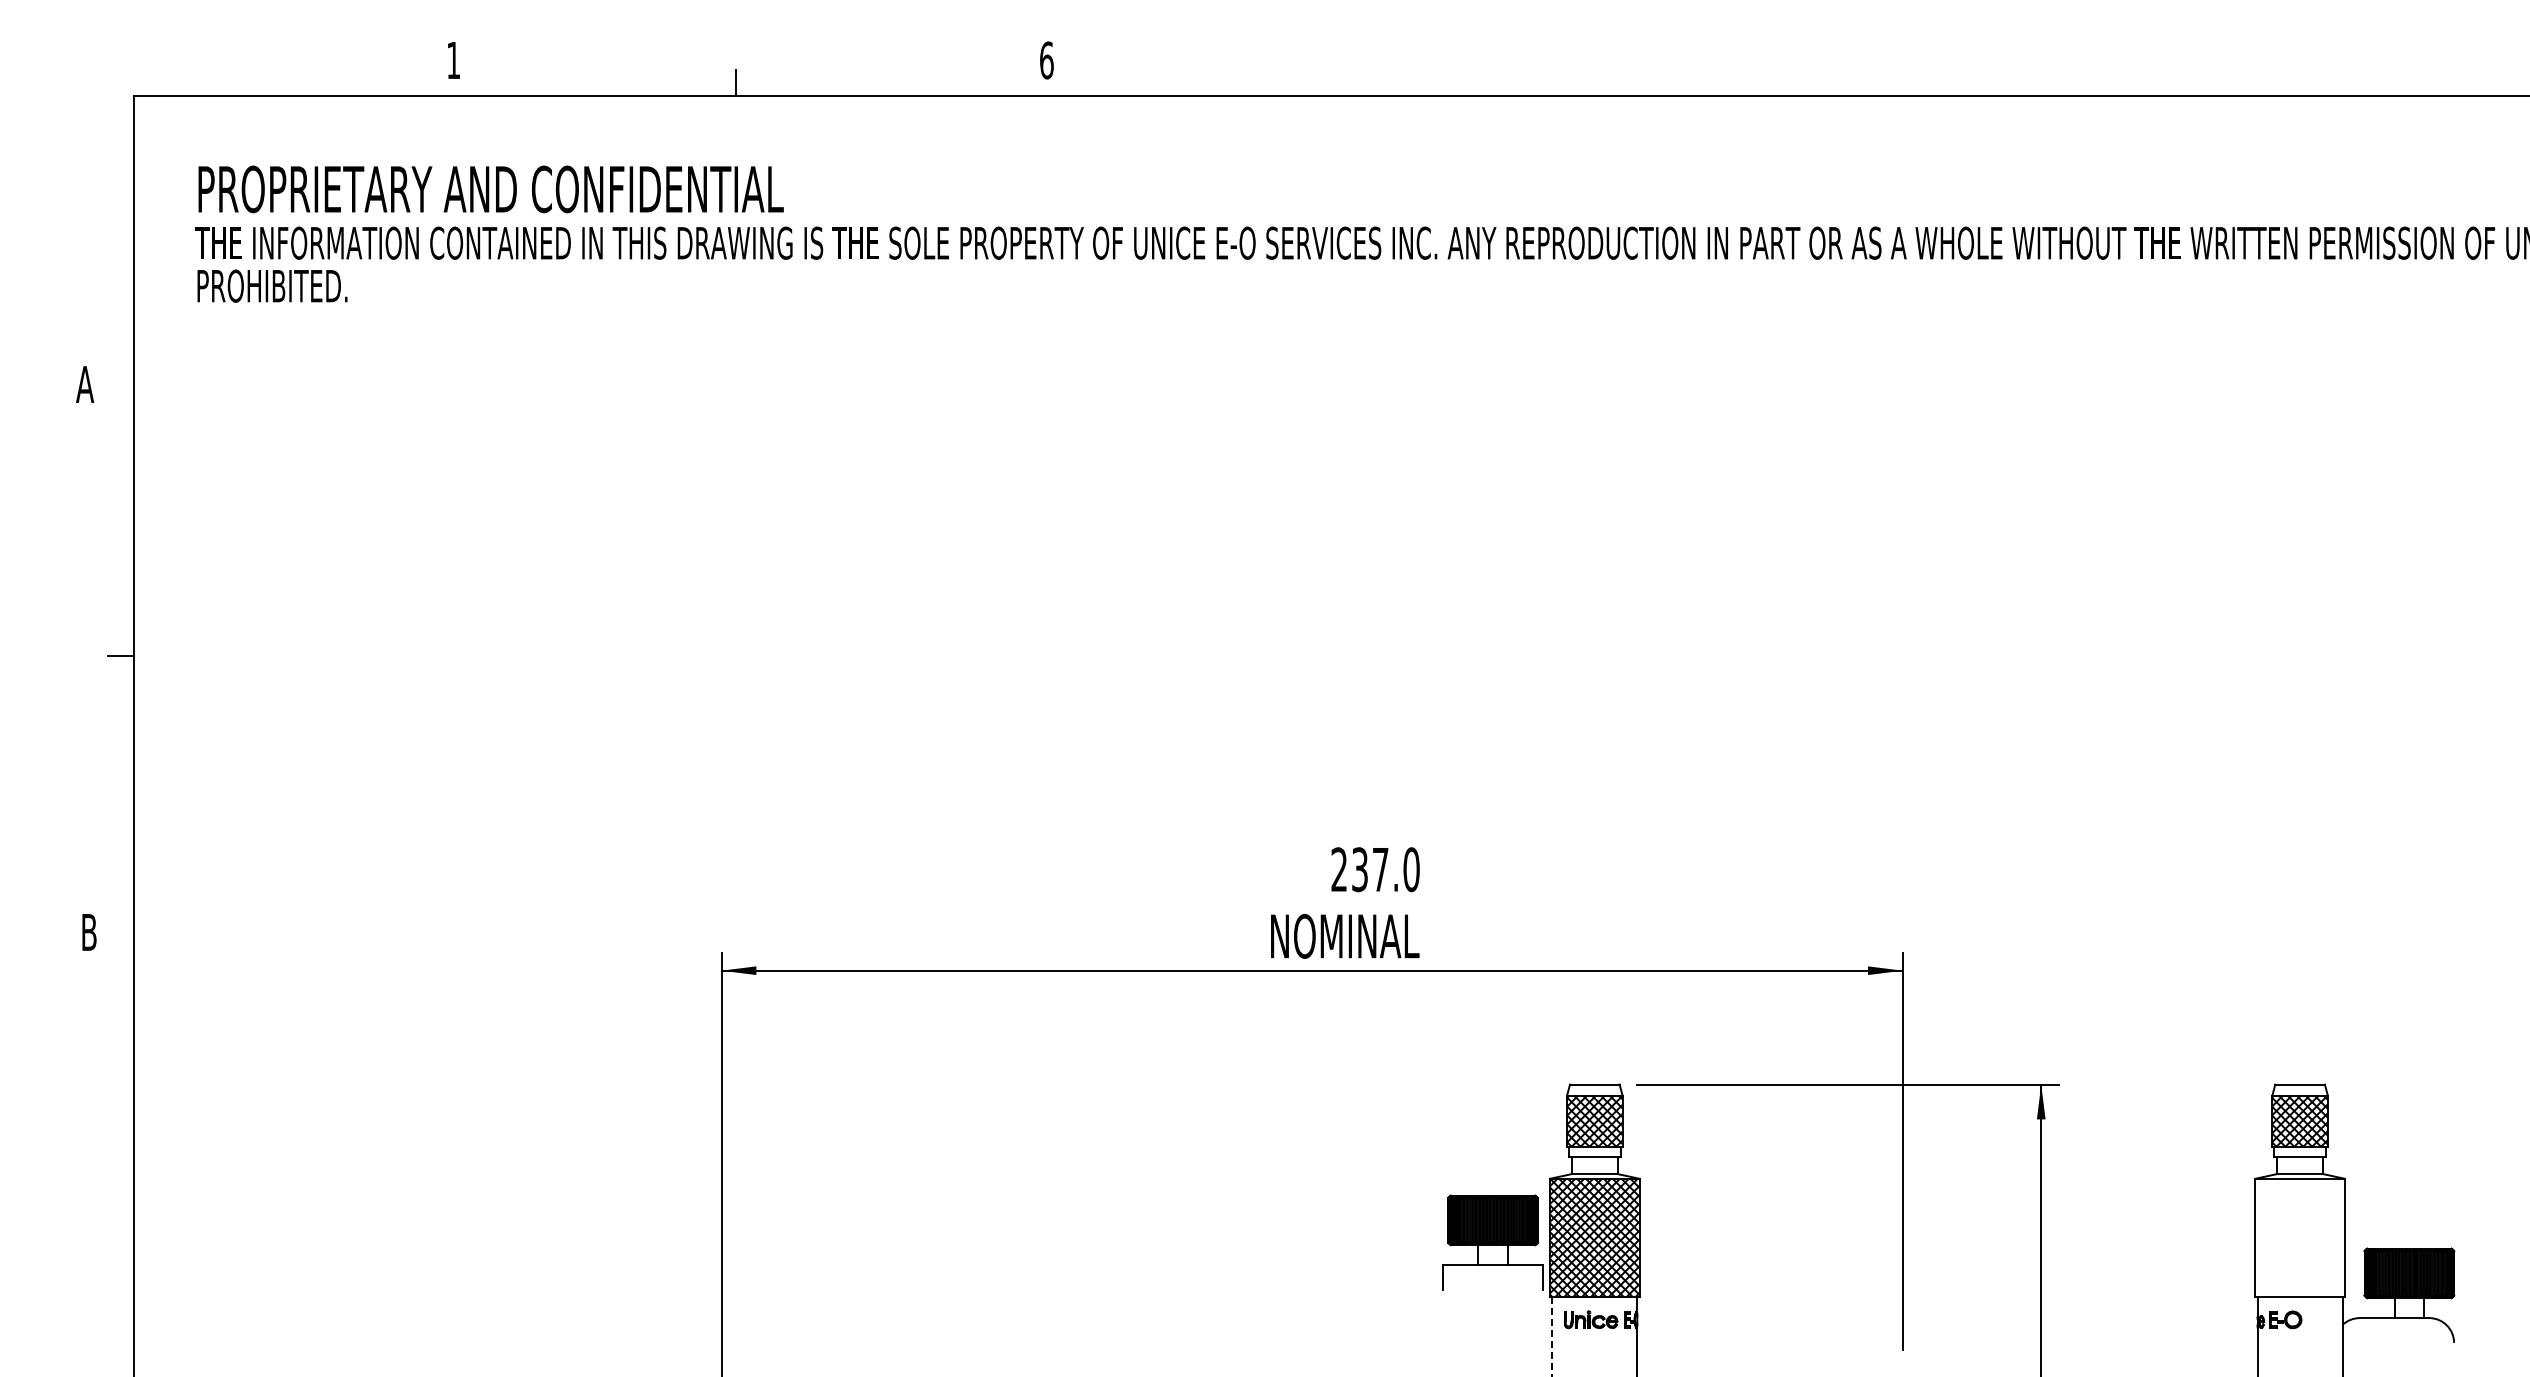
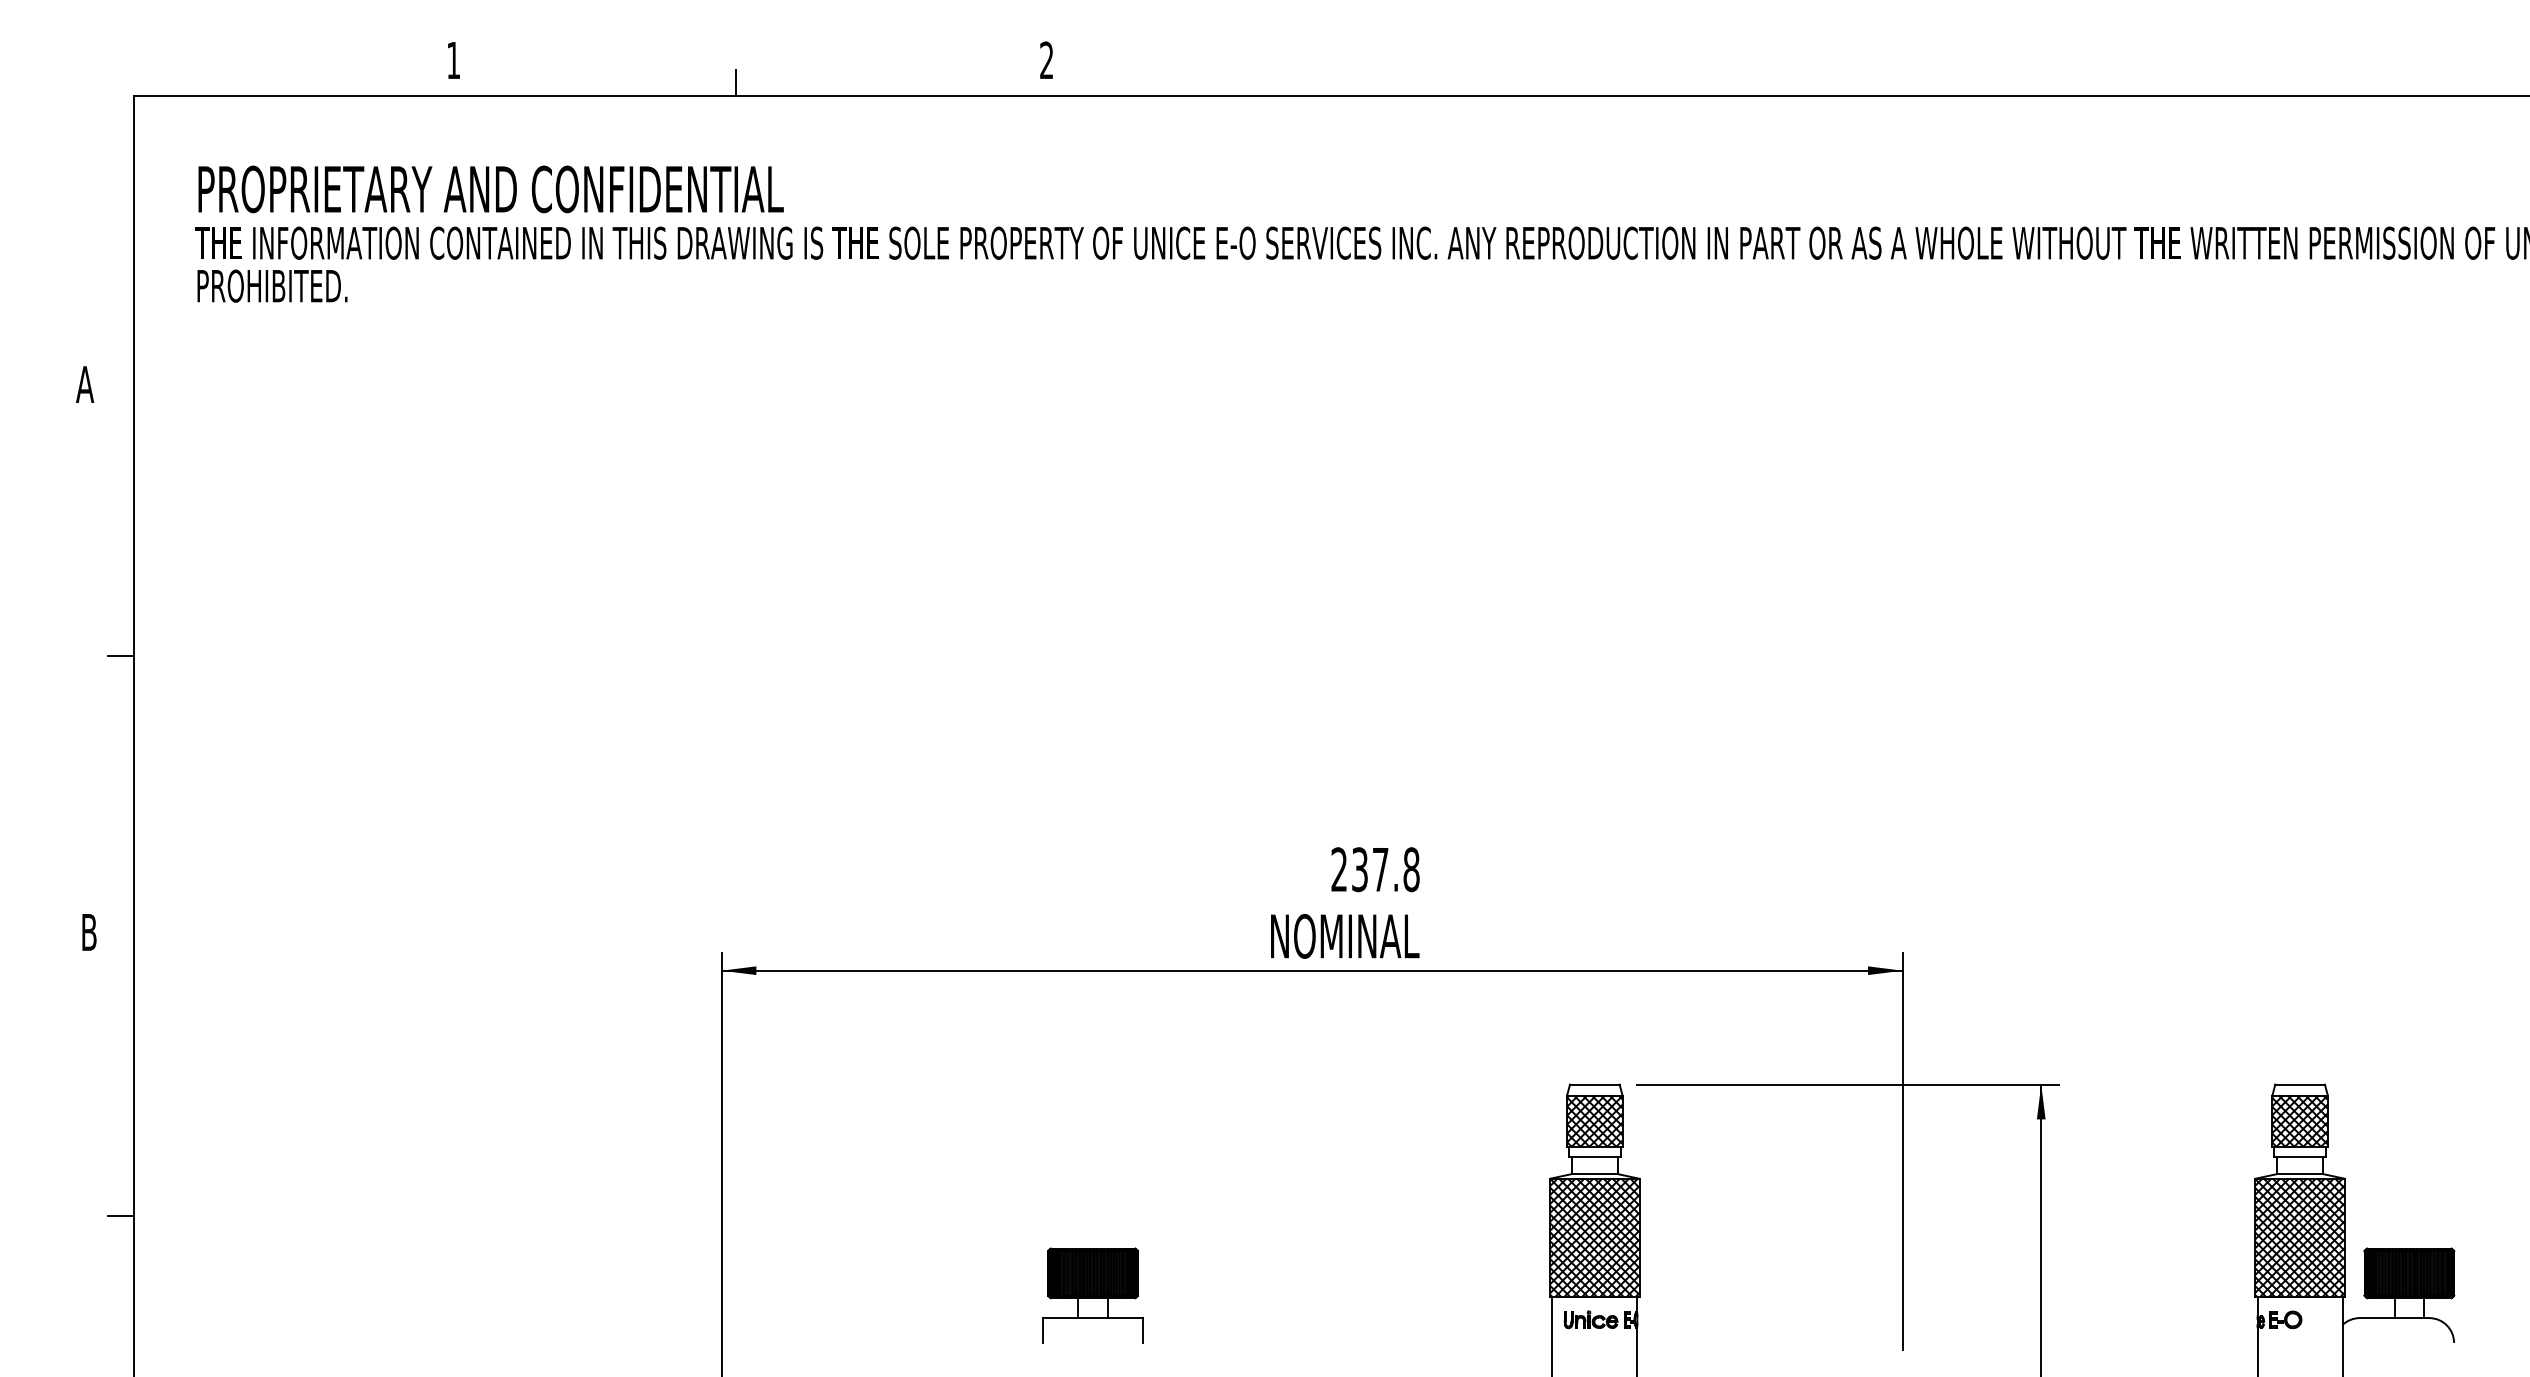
text at (1046, 60): 6 -> 2
text at (1411, 869): 237.0 -> 237.8
line at (120, 1215): none -> present
hatch at (2299, 1237): none -> present
part at (1492, 1242) position: (1492, 1242) -> (1092, 1295)
line at (1552, 1336): dashed -> solid
